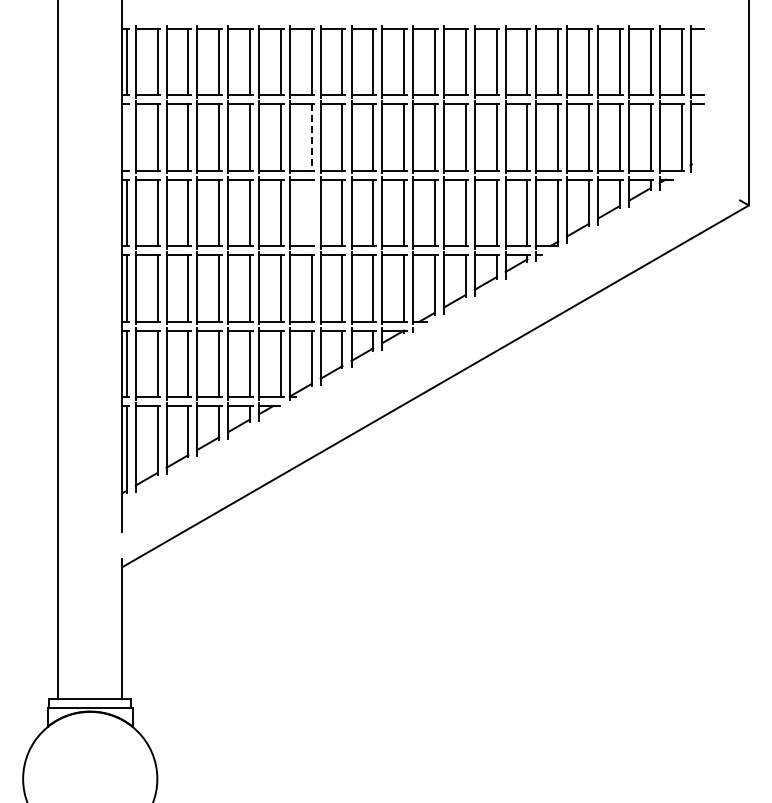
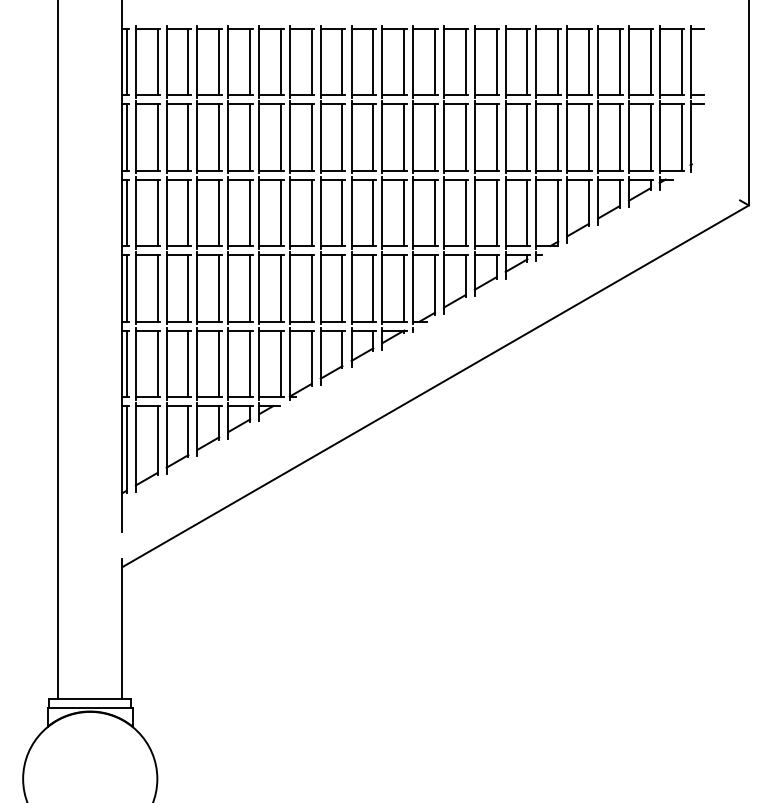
line at (126, 137): none -> present
line at (311, 137): dashed -> solid
line at (311, 212): none -> present
